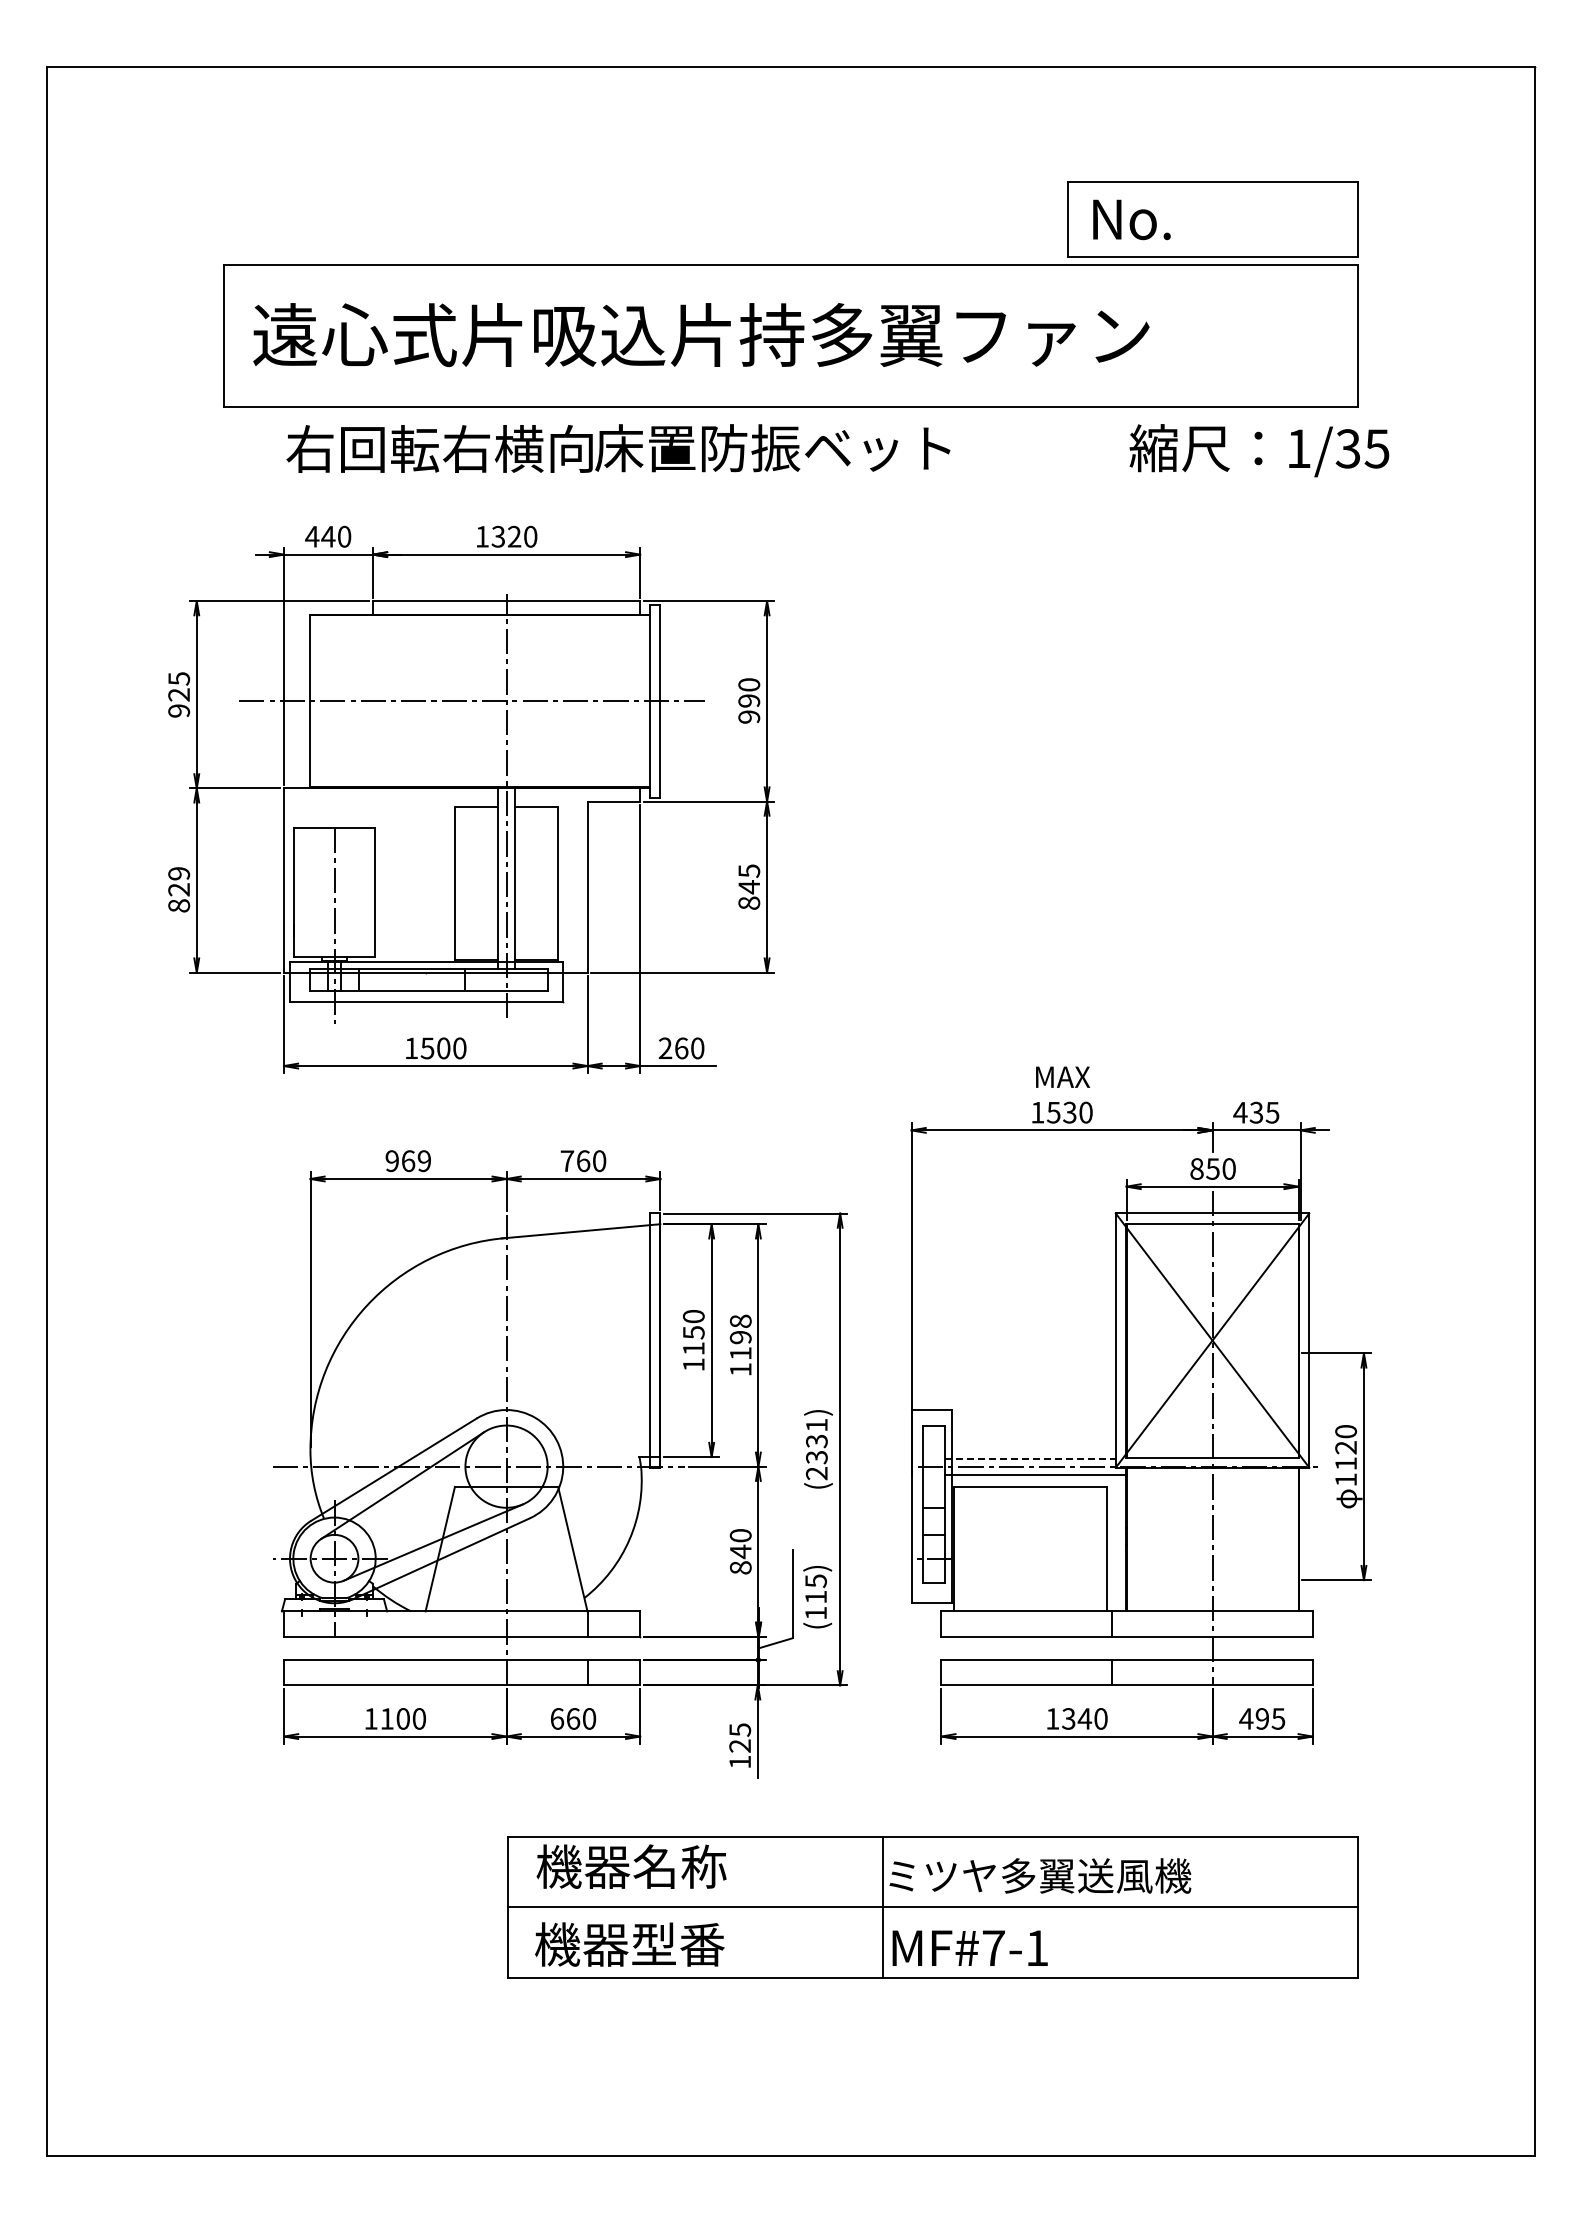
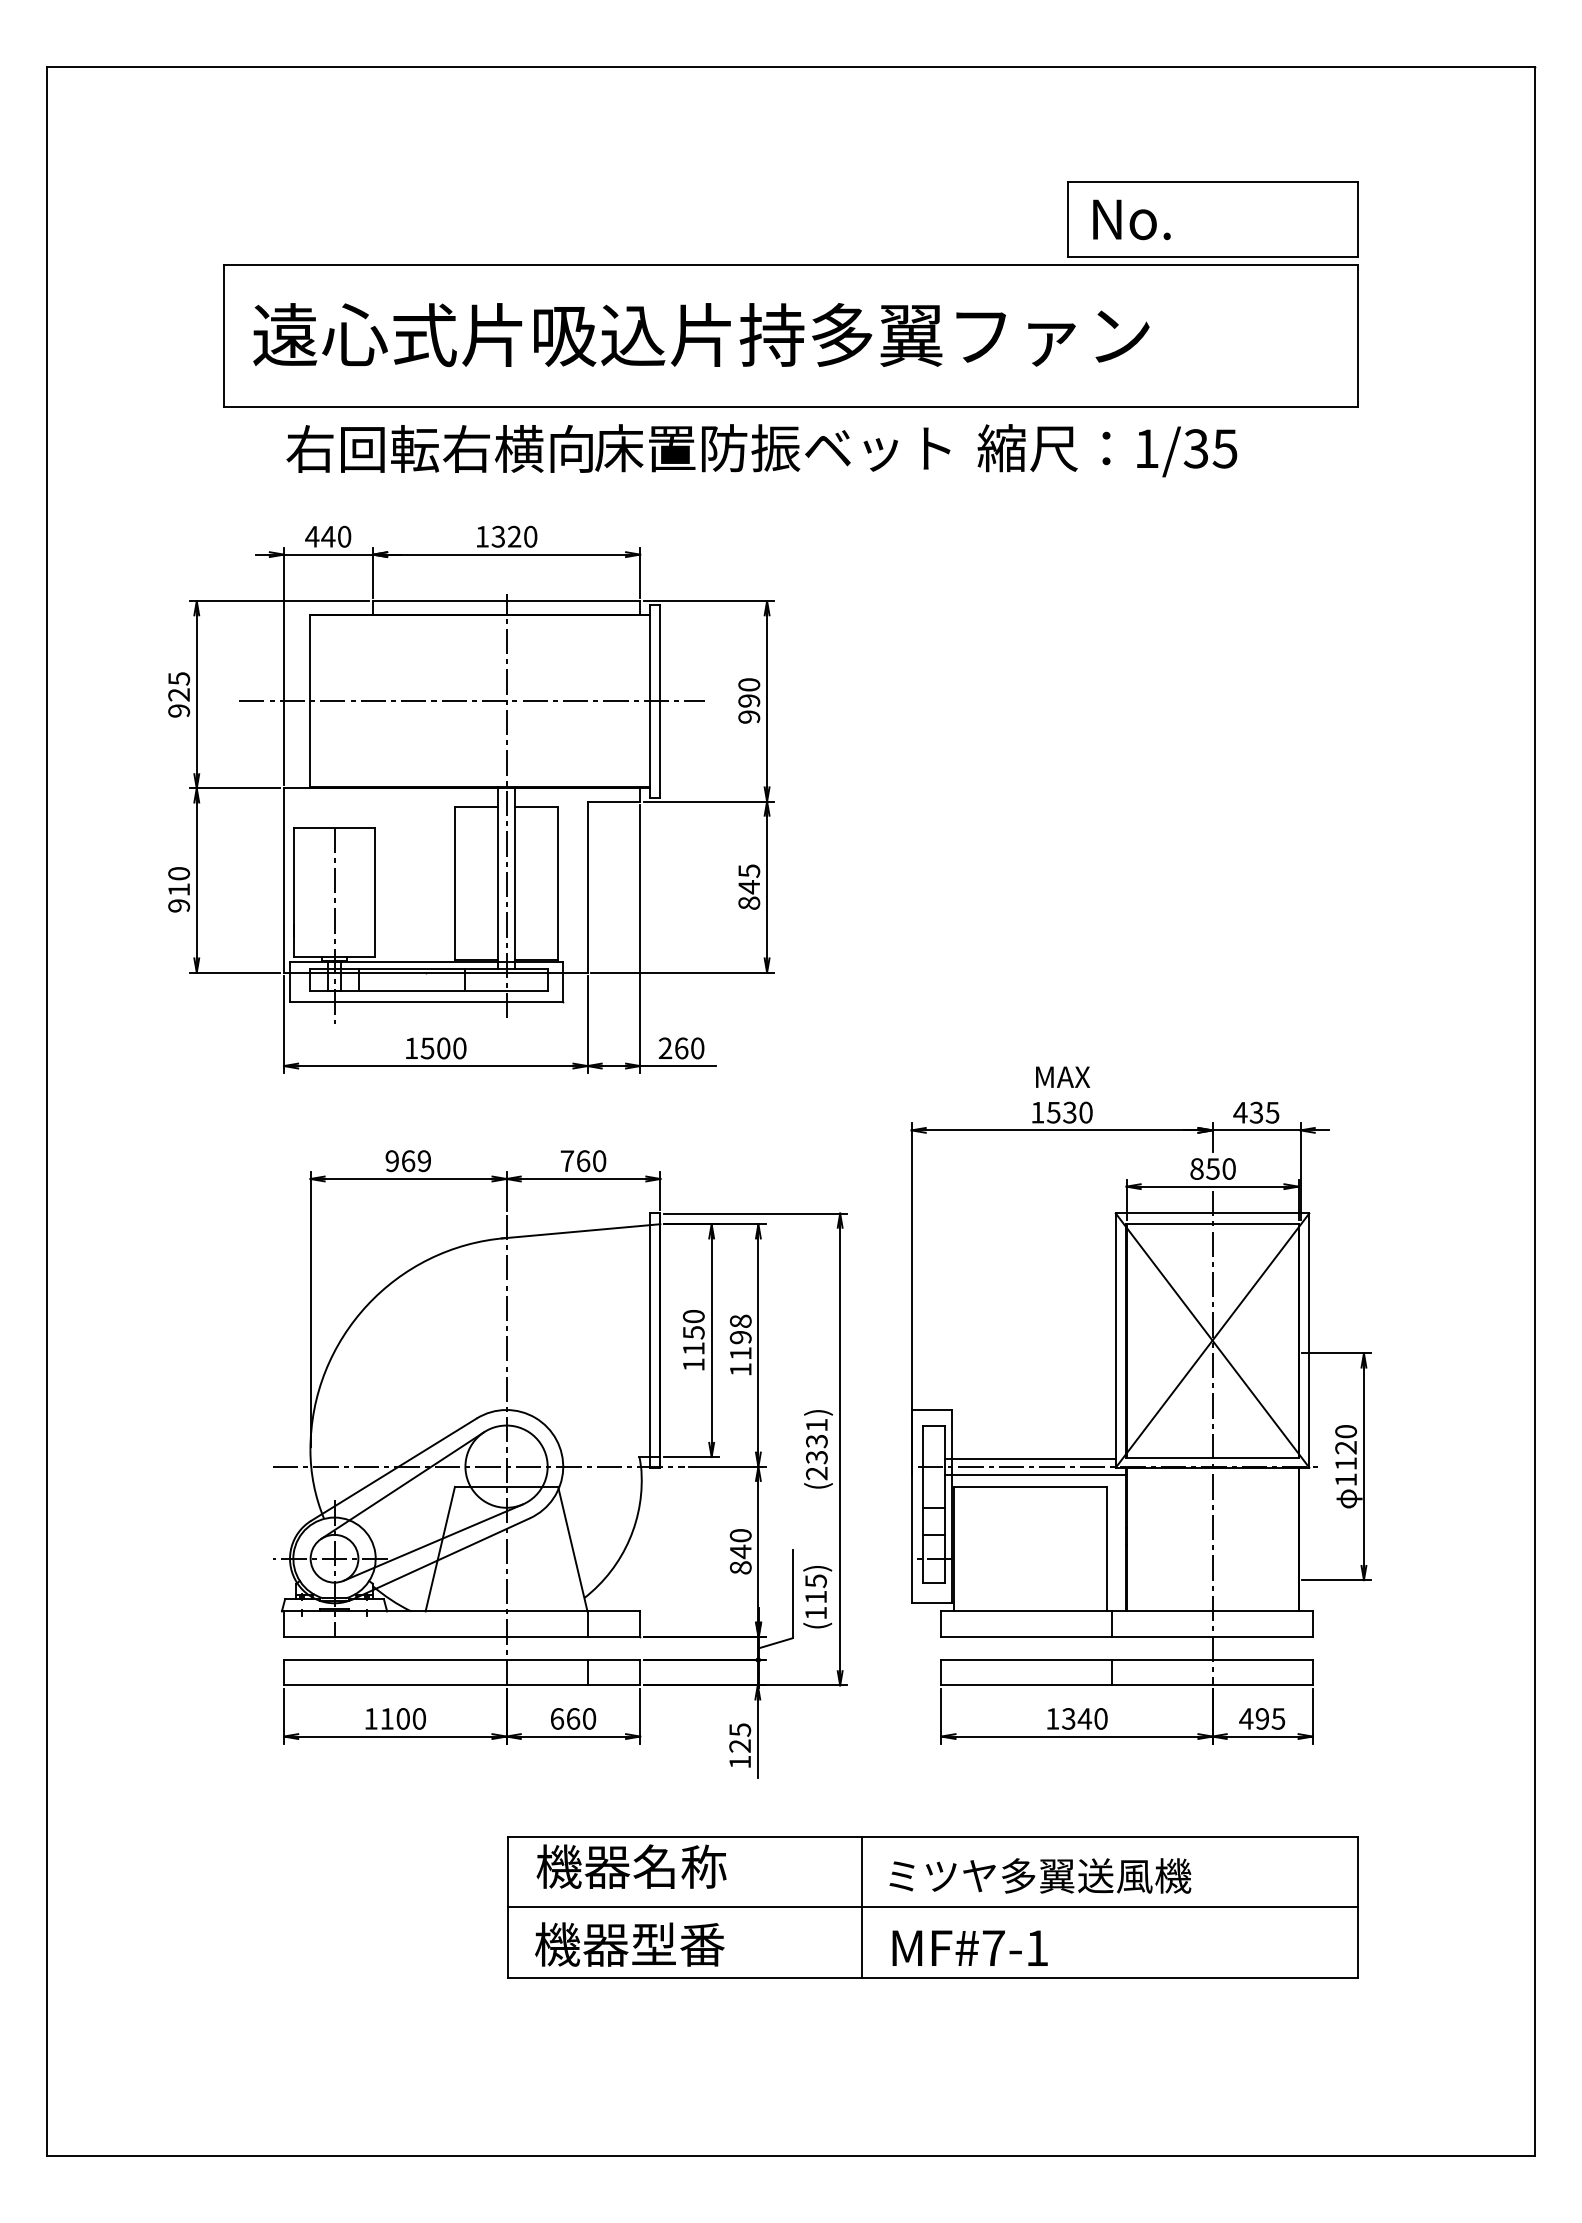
text at (1259, 450) position: (1259, 450) -> (1107, 450)
text at (179, 889): 829 -> 910
line at (1031, 1458): dashed -> solid
line at (882, 1907) position: (882, 1907) -> (861, 1907)
